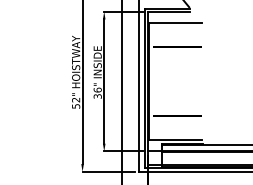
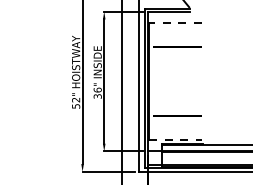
line at (174, 23): solid -> dashed
line at (175, 139): solid -> dashed
